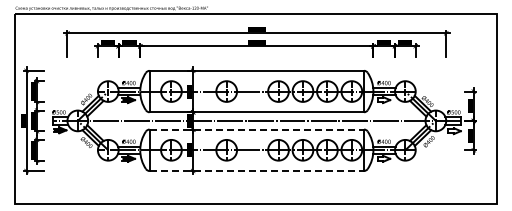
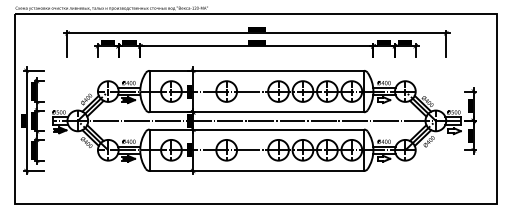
line at (257, 129): dashed -> solid
line at (257, 171): dashed -> solid
